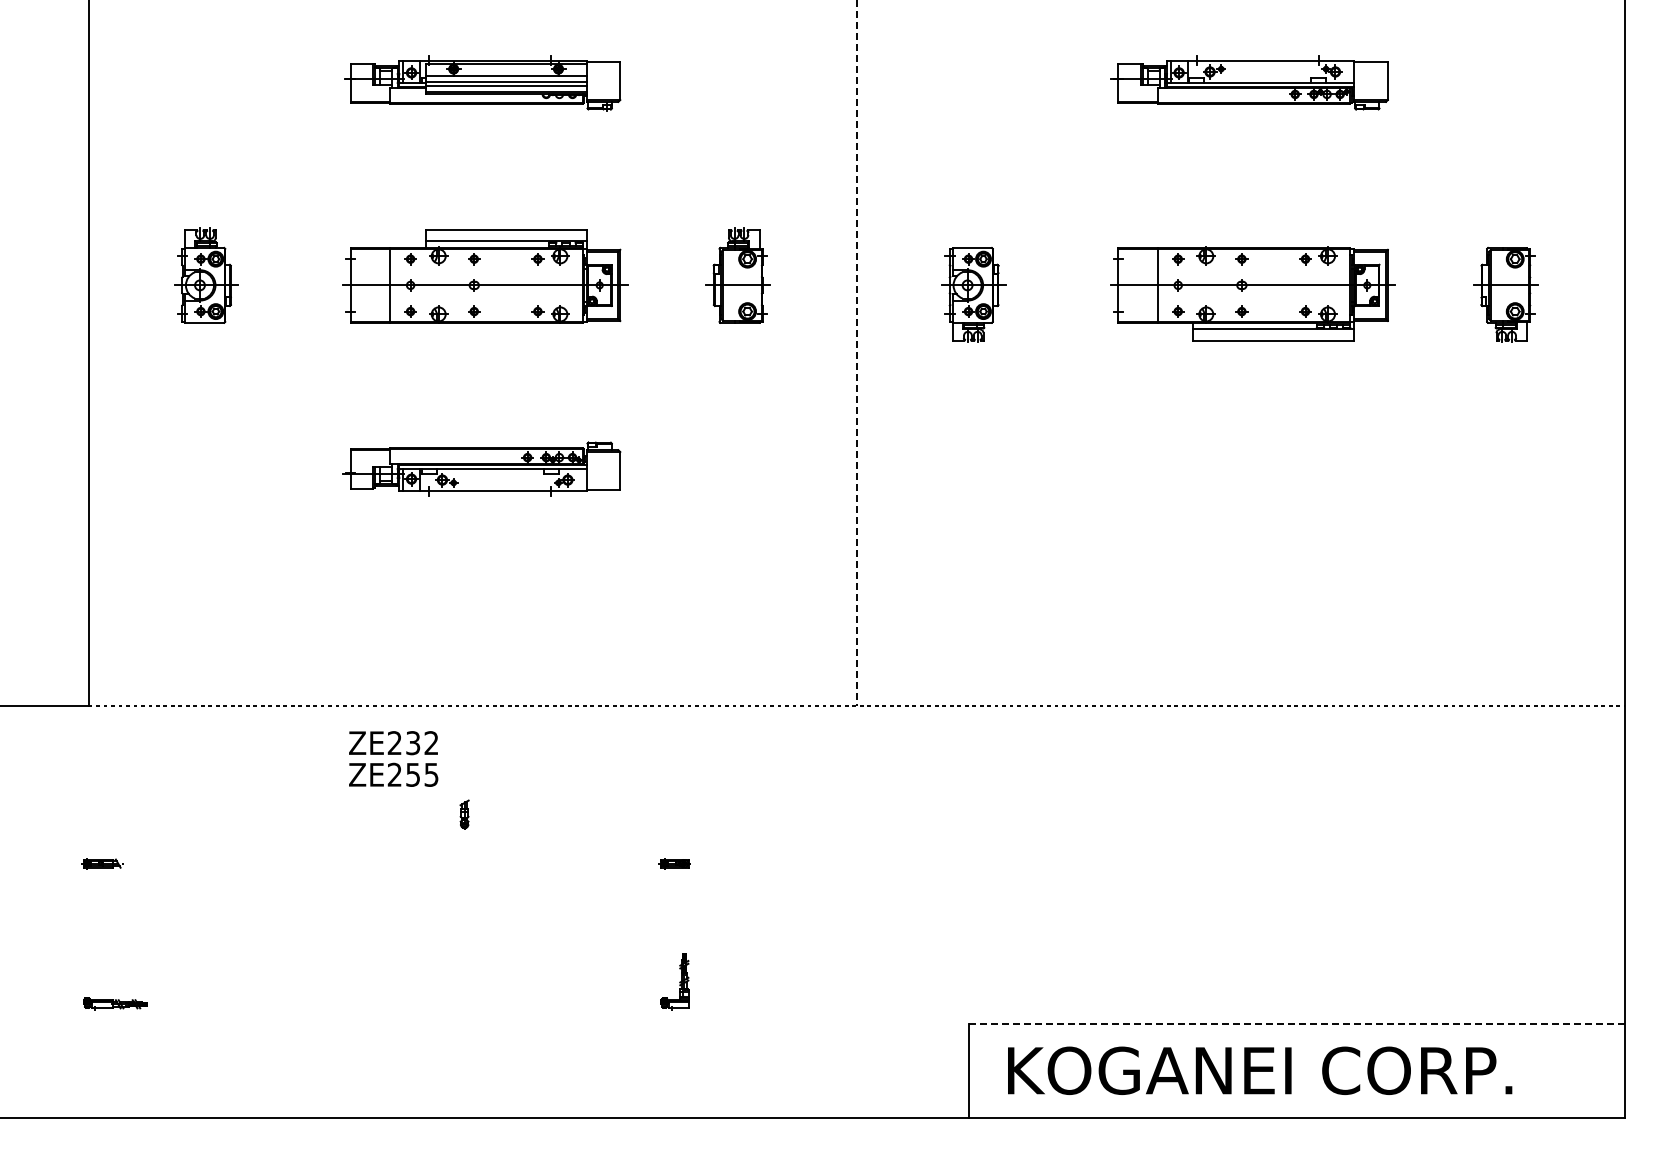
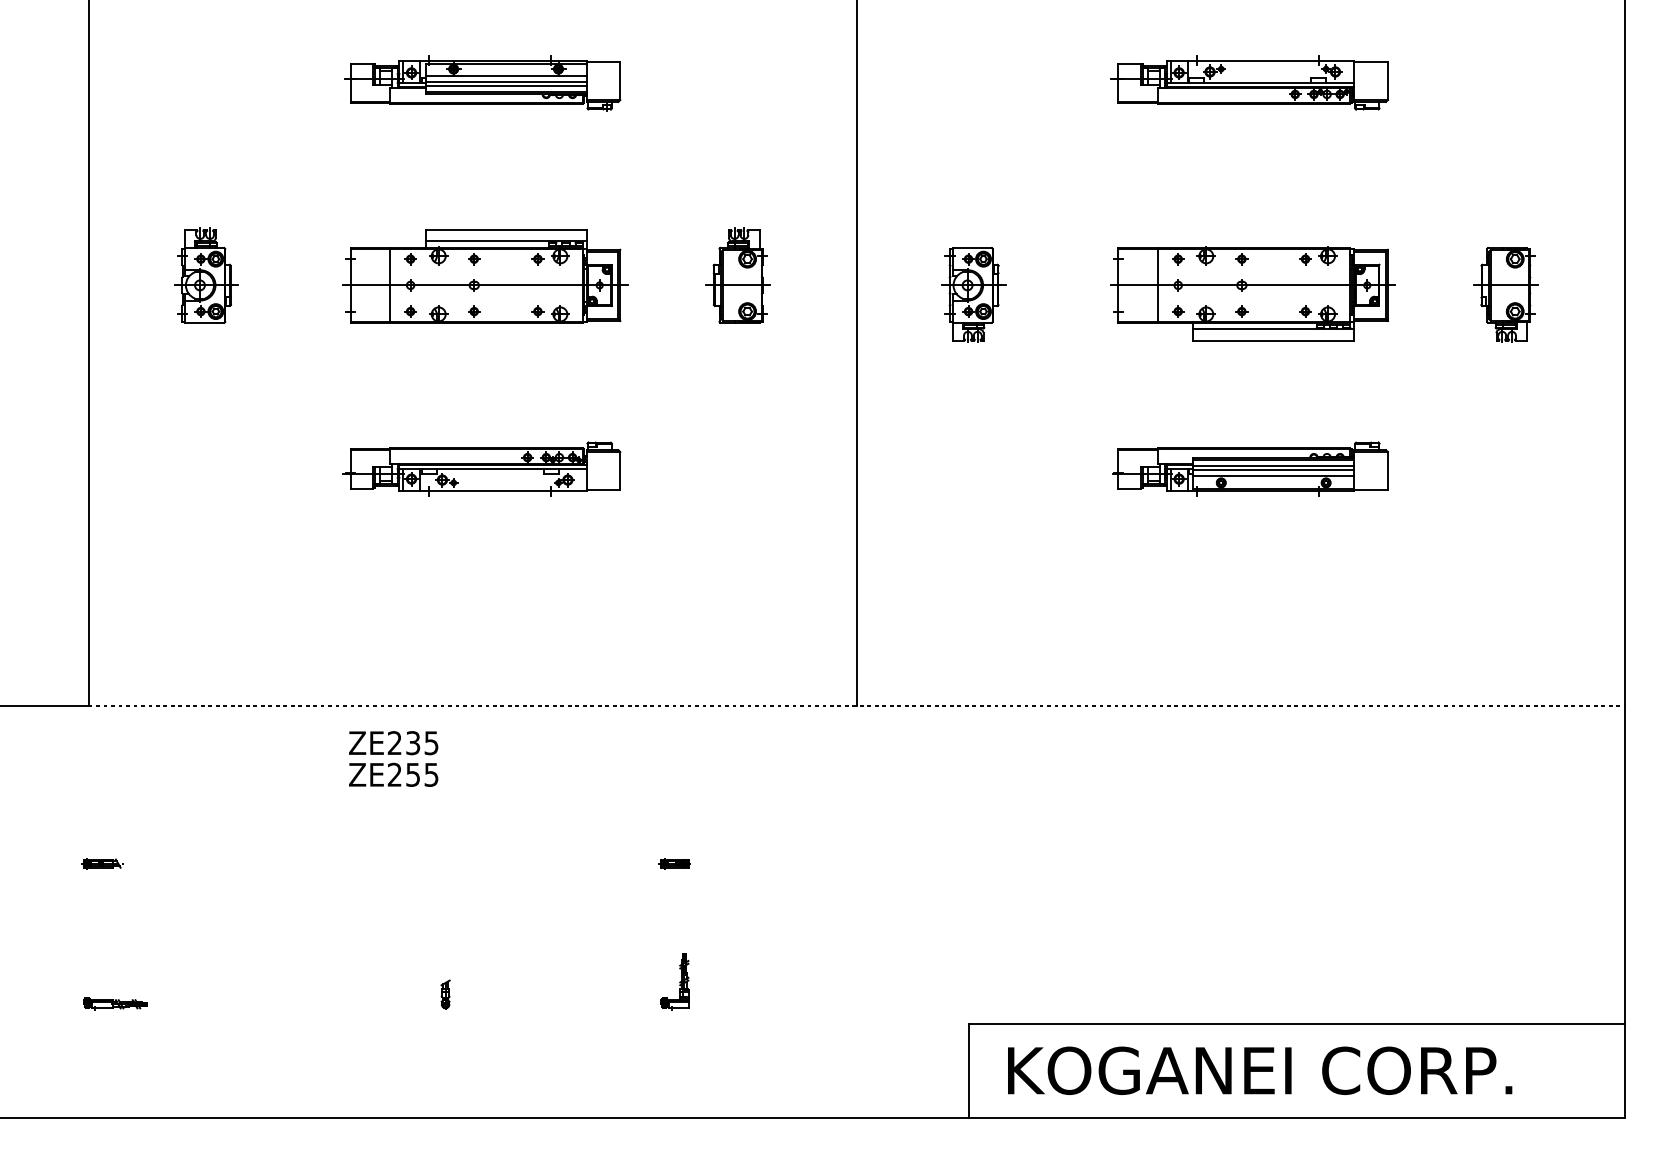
line at (856, 352): dashed -> solid
part at (1250, 468): none -> present
text at (431, 743): ZE232 -> ZE235
part at (464, 814) position: (464, 814) -> (445, 994)
line at (1297, 1024): dashed -> solid
